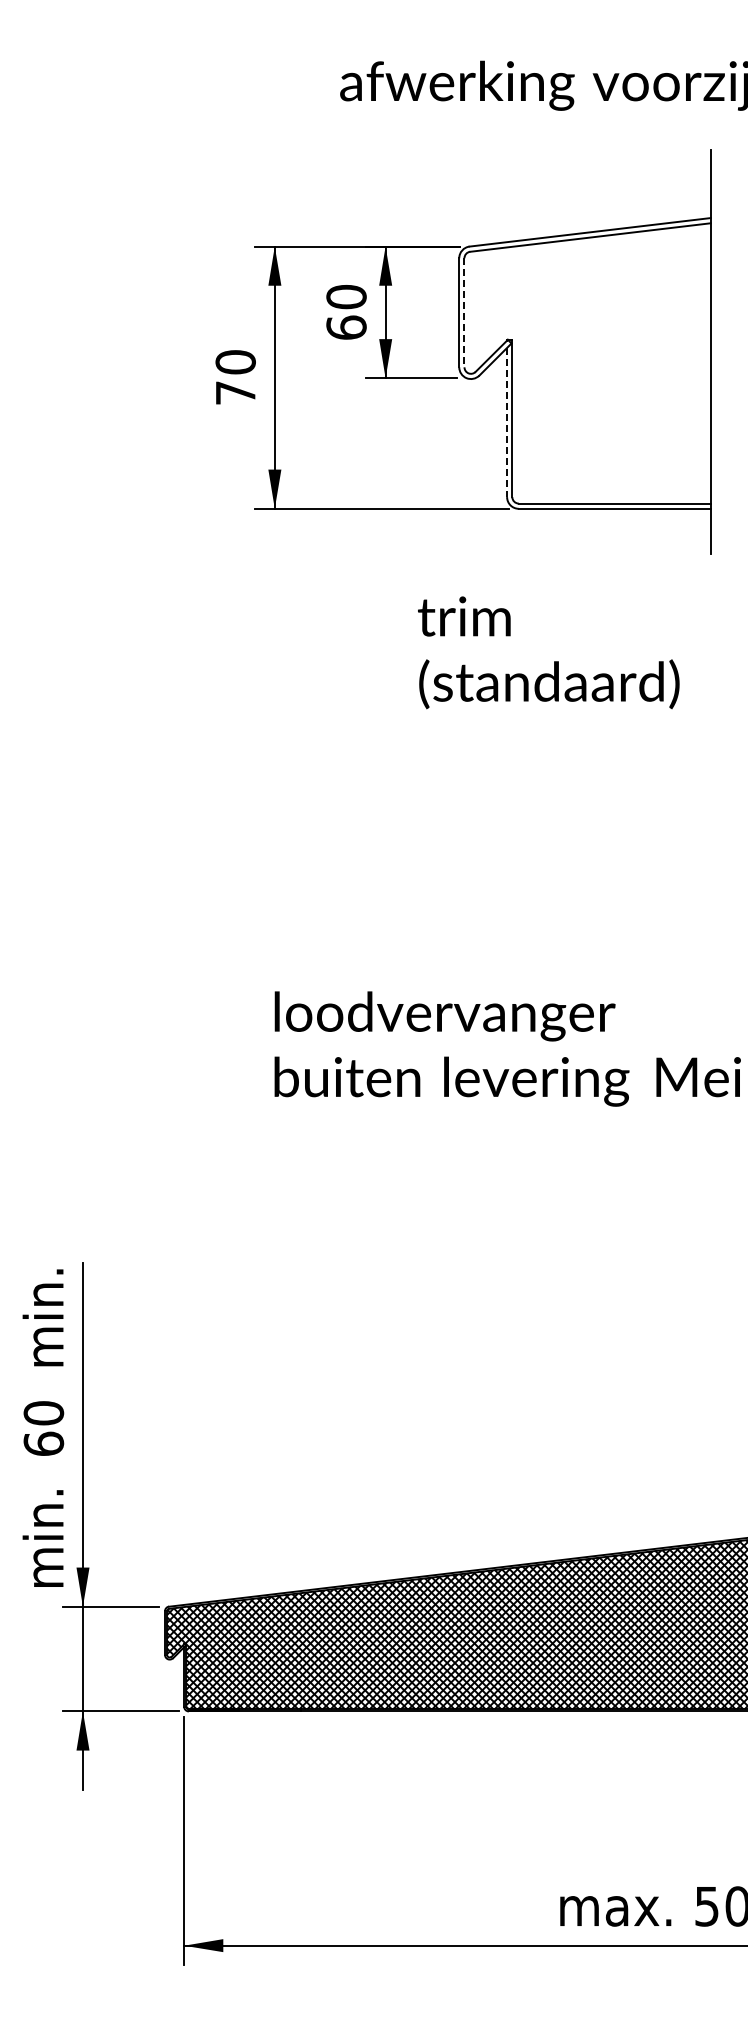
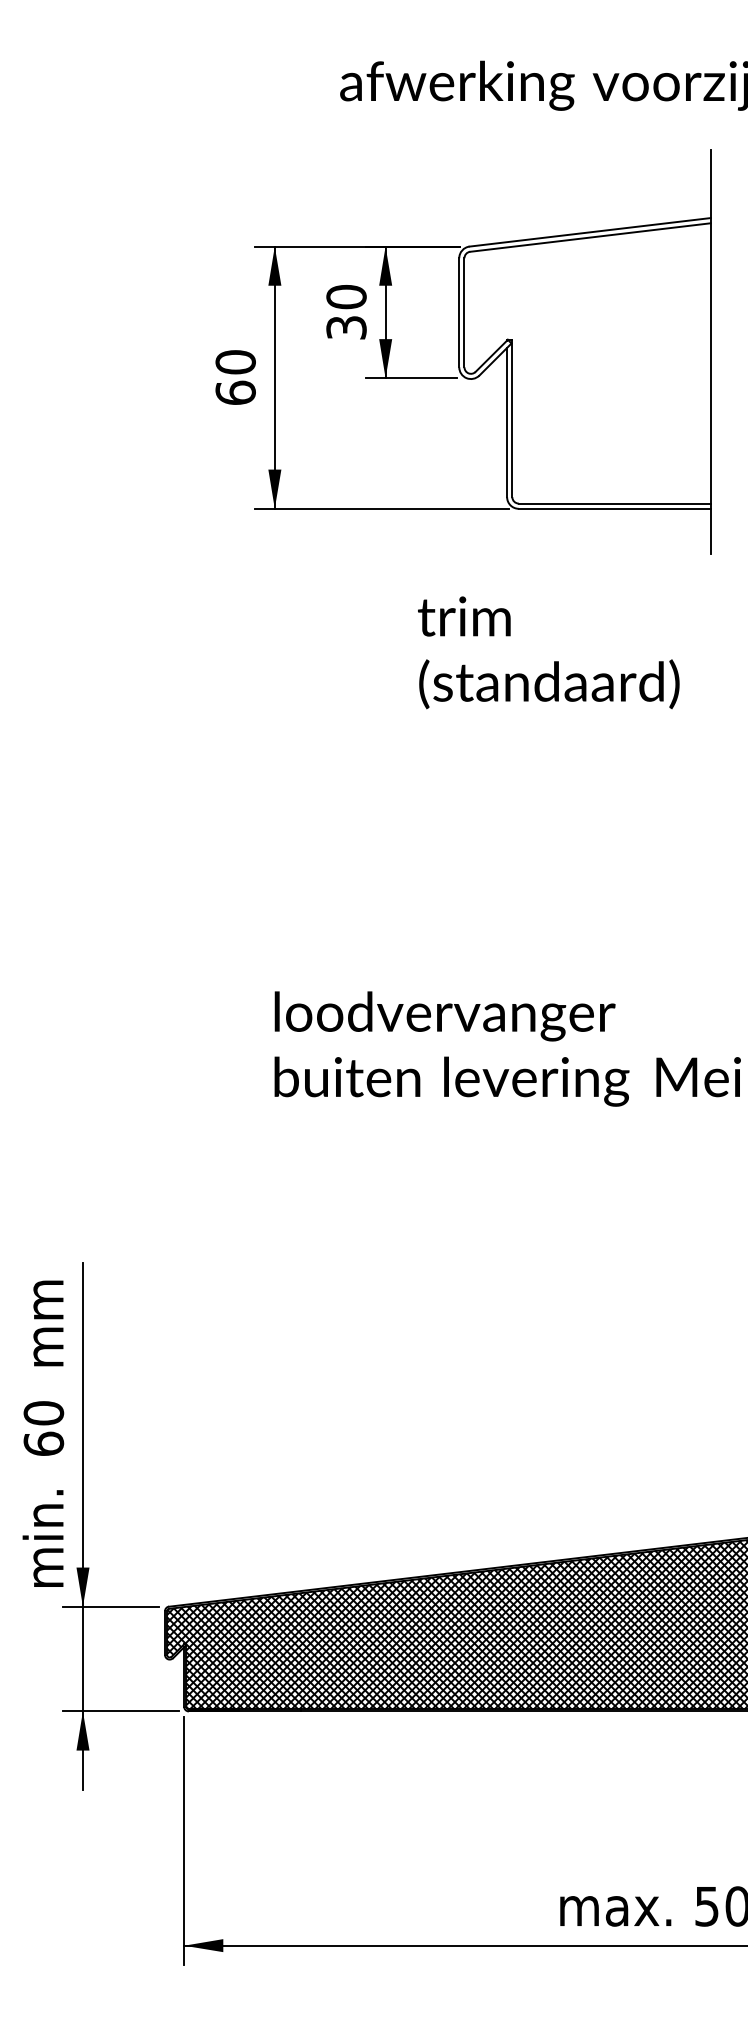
line at (464, 312): dashed -> solid
text at (346, 327): 60 -> 30
text at (235, 392): 70 -> 60
line at (507, 422): dashed -> solid
text at (42, 1294): min. -> mm
